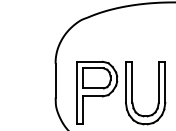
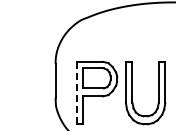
line at (76, 93): solid -> dashed
